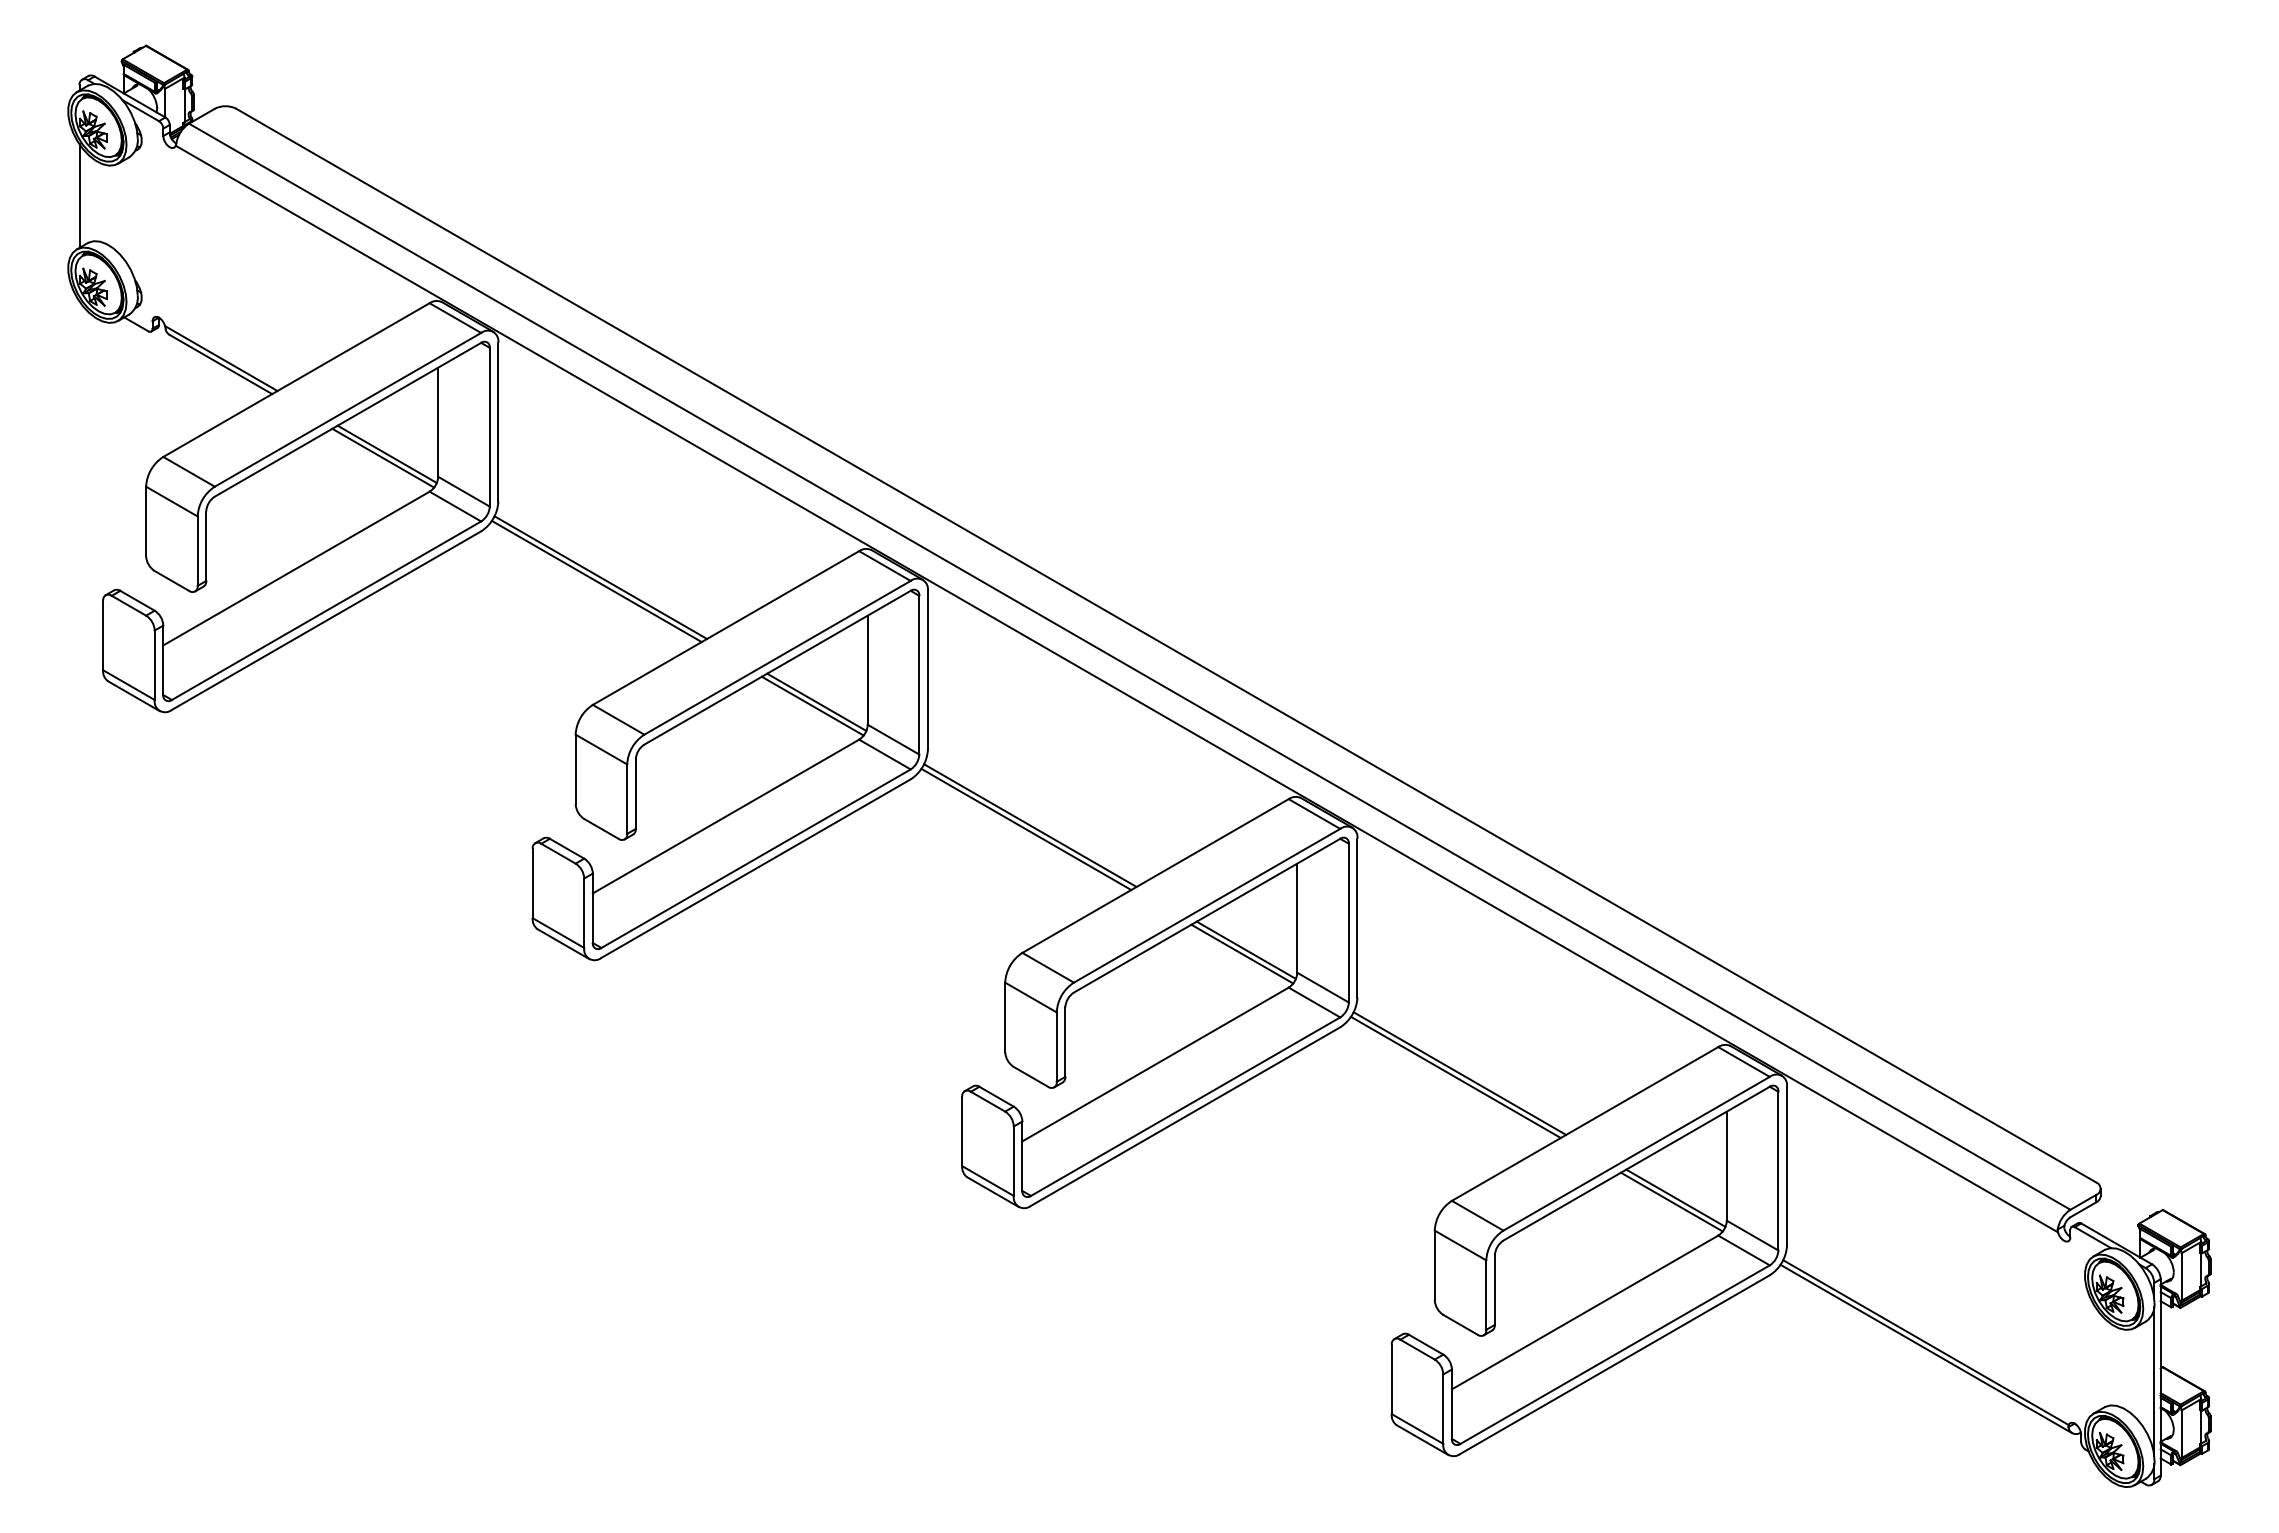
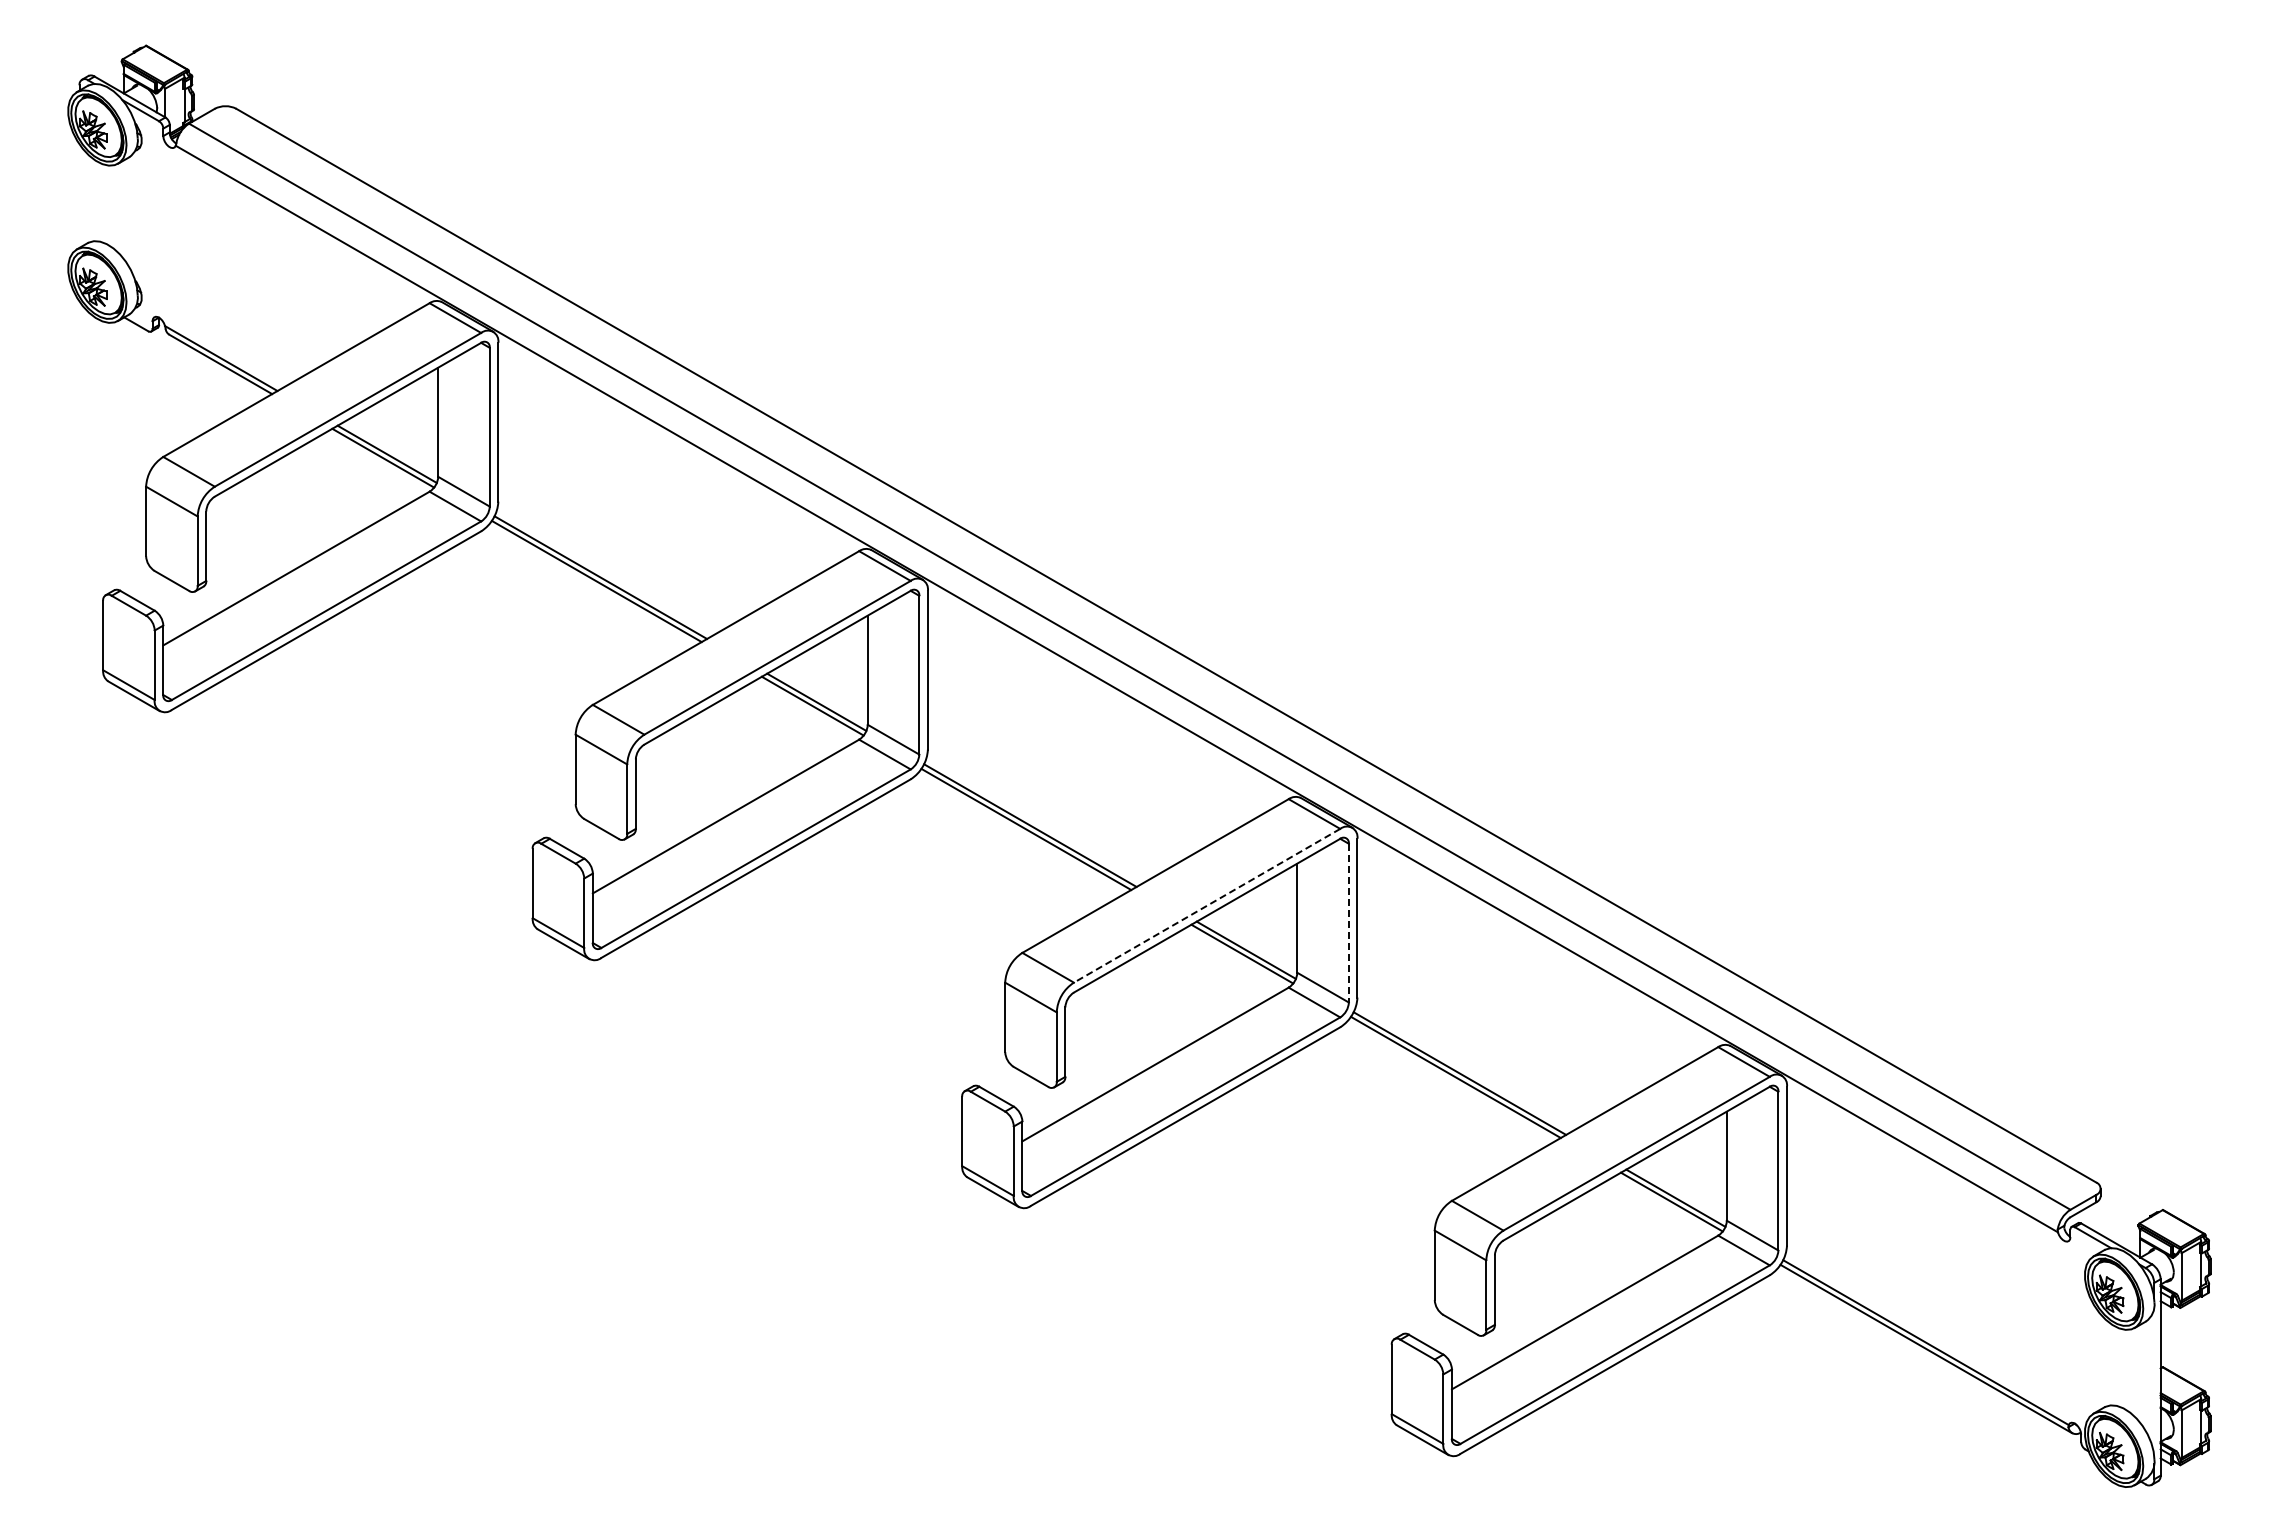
line at (79, 195): present -> none
line at (1207, 905): solid -> dashed
line at (1348, 923): solid -> dashed
line at (2154, 1380): present -> none
